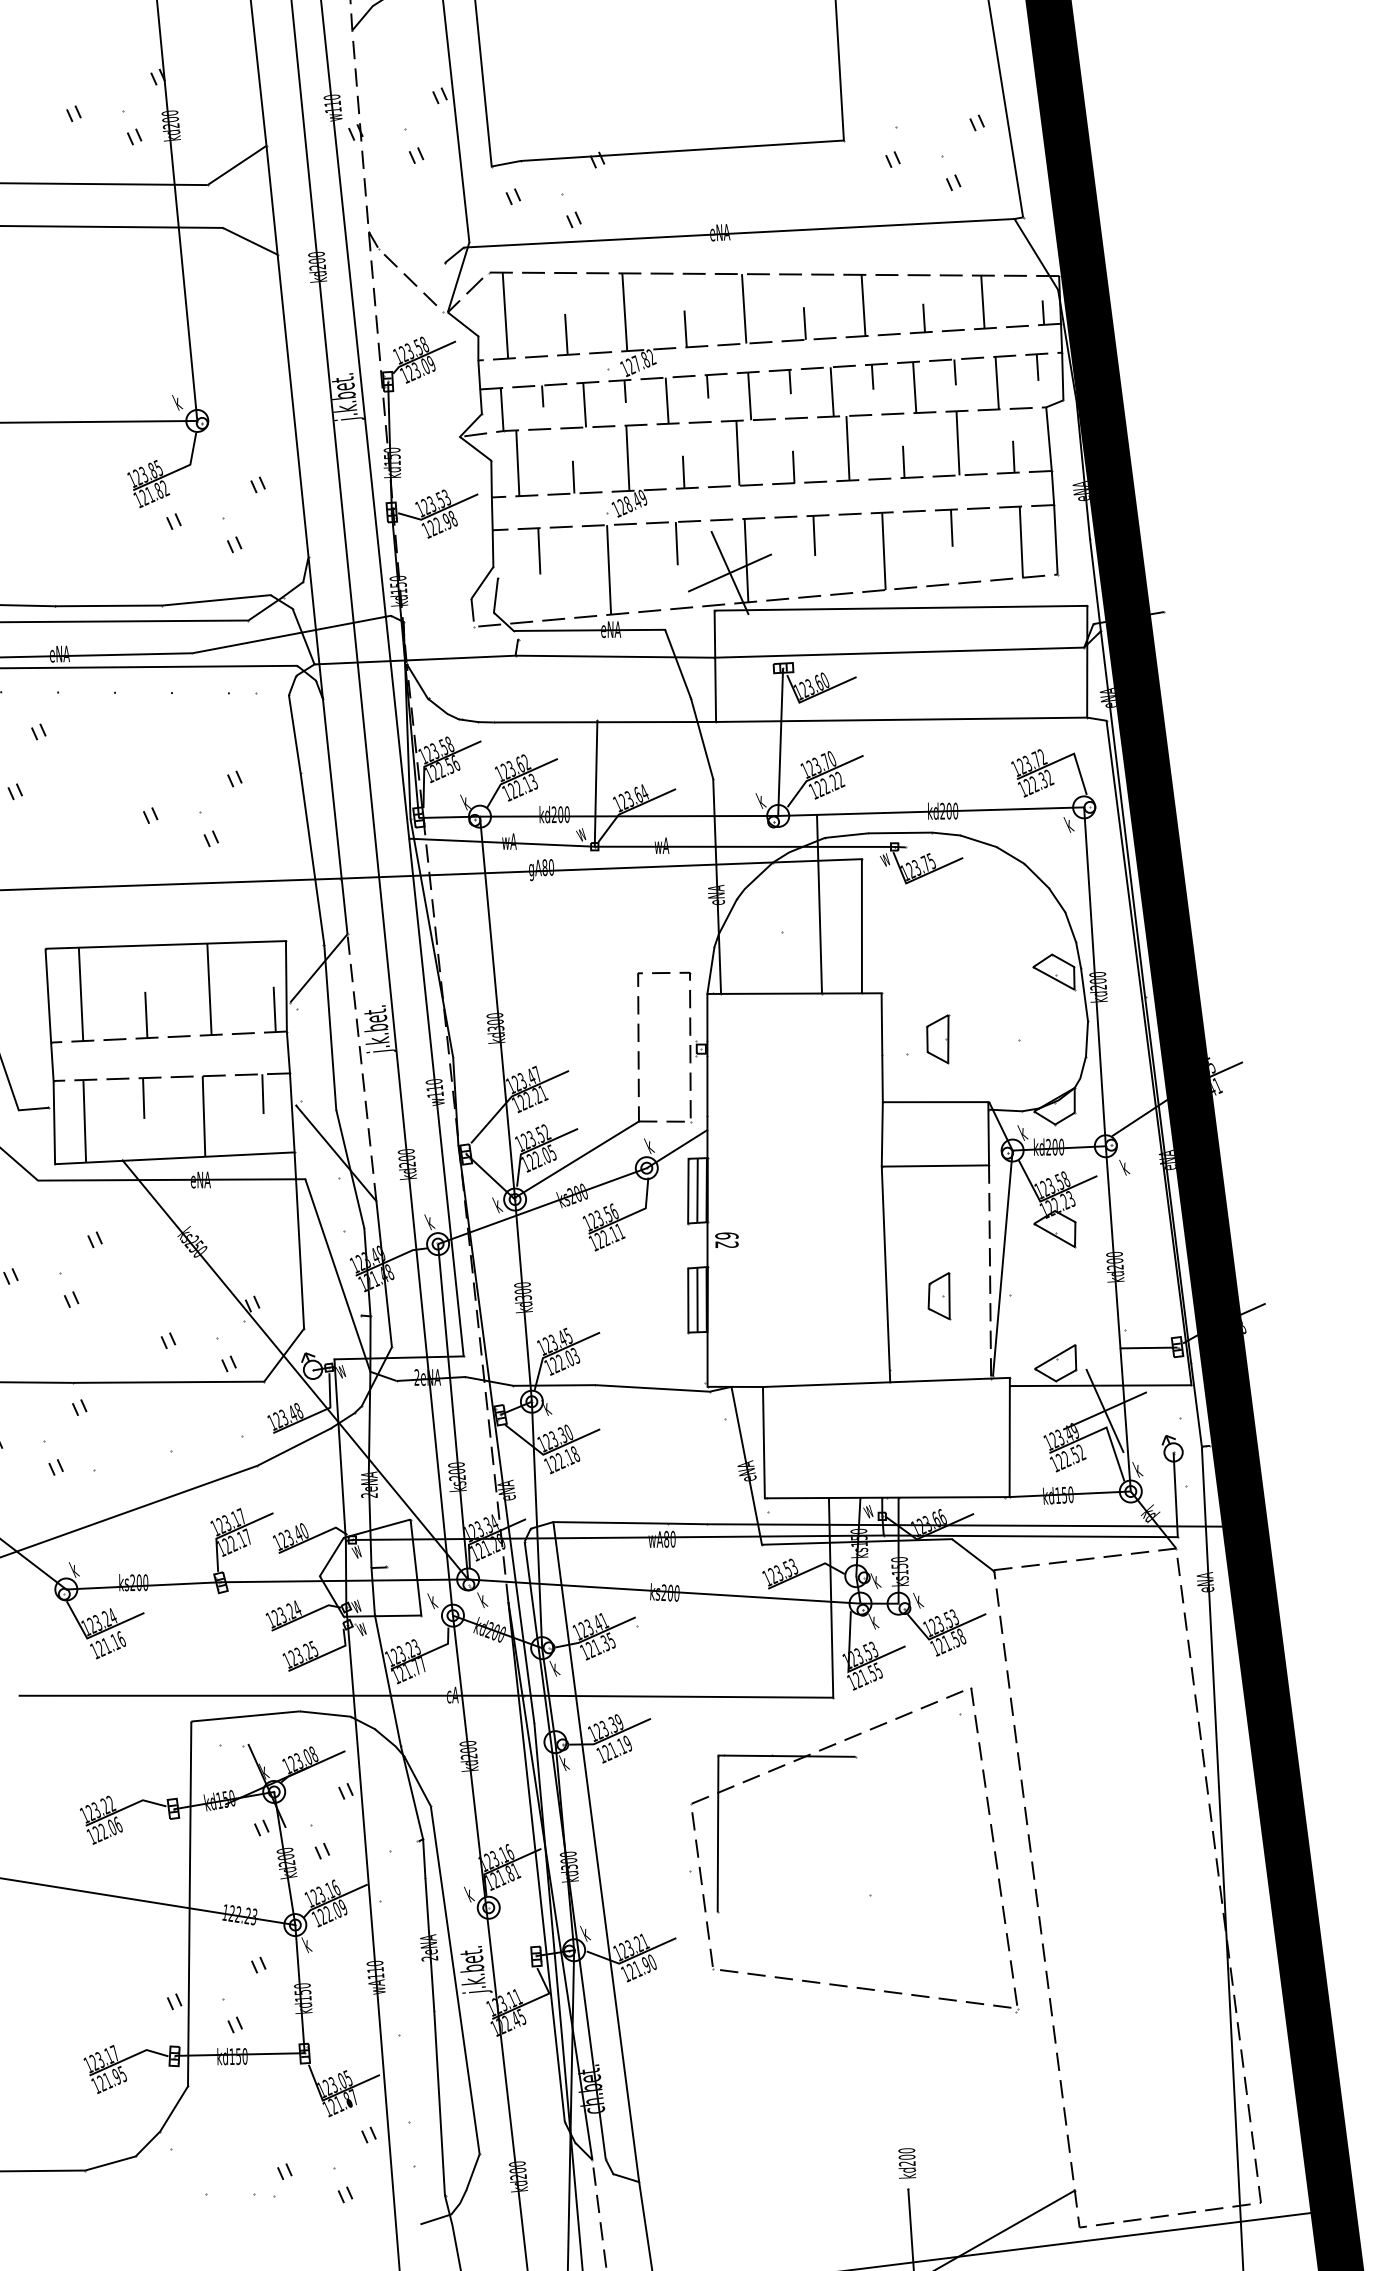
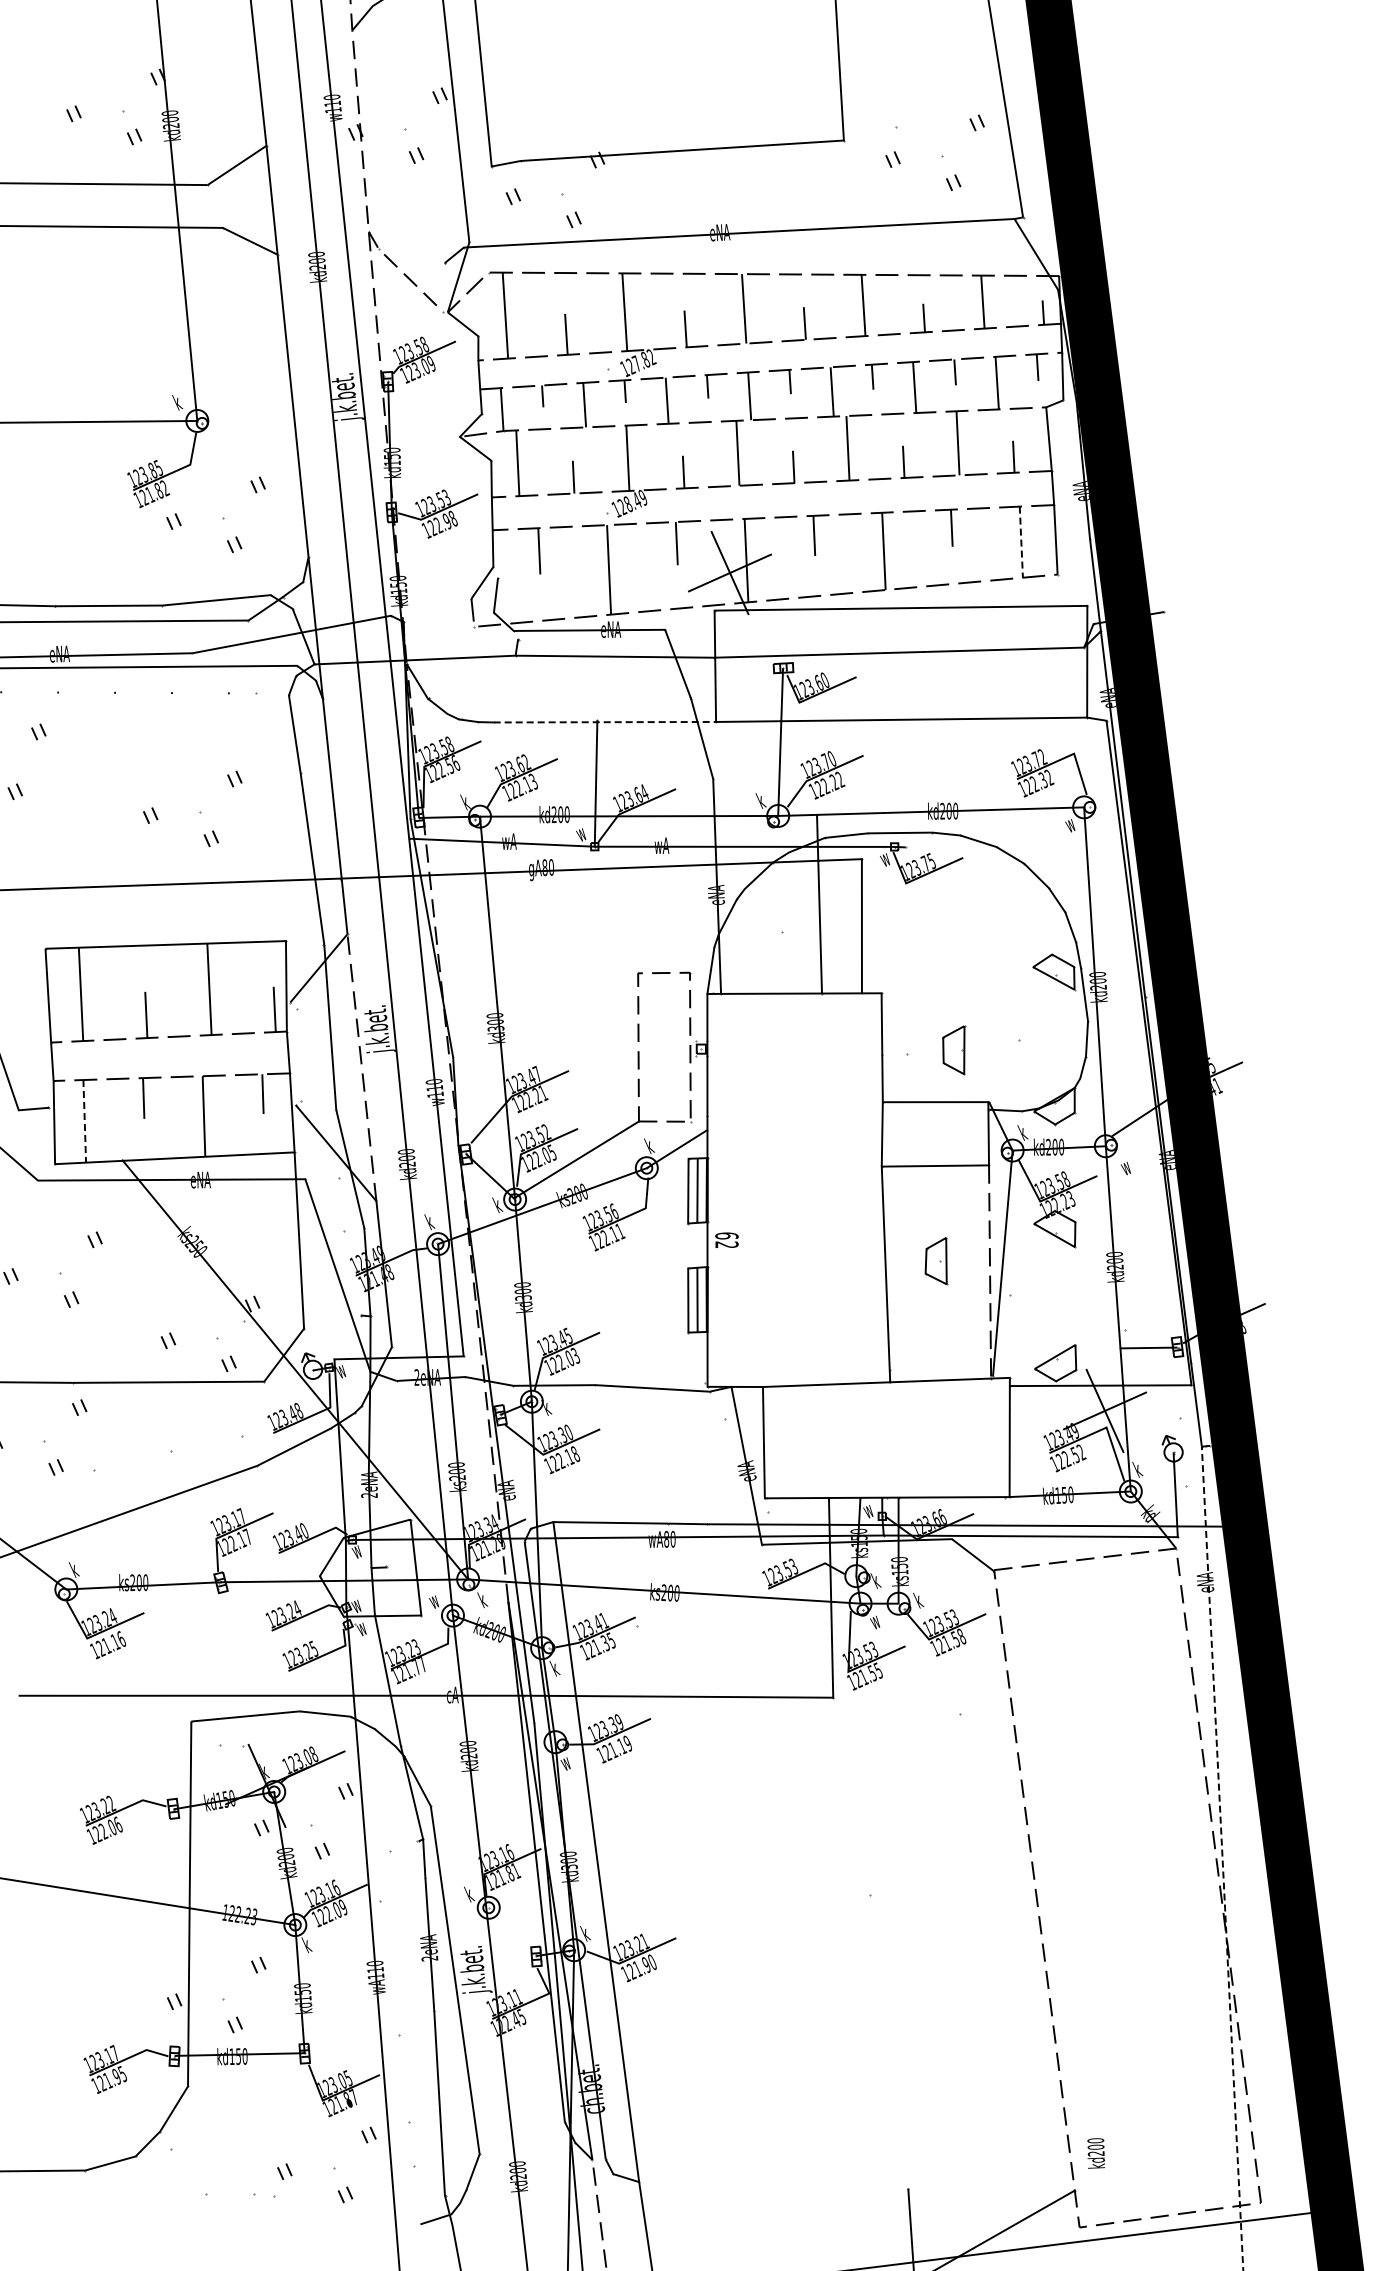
line at (1021, 542): solid -> dashed
line at (605, 722): solid -> dashed
text at (1069, 824): k -> w
part at (938, 1039) position: (938, 1039) -> (954, 1050)
line at (84, 1121): solid -> dashed
text at (1124, 1167): k -> w
part at (939, 1296) position: (939, 1296) -> (936, 1261)
text at (433, 1601): k -> w
text at (874, 1621): k -> w
part at (856, 1758): present -> none
text at (564, 1762): k -> w
line at (1222, 1858): solid -> dashed
text at (907, 2163) position: (907, 2163) -> (1096, 2153)
